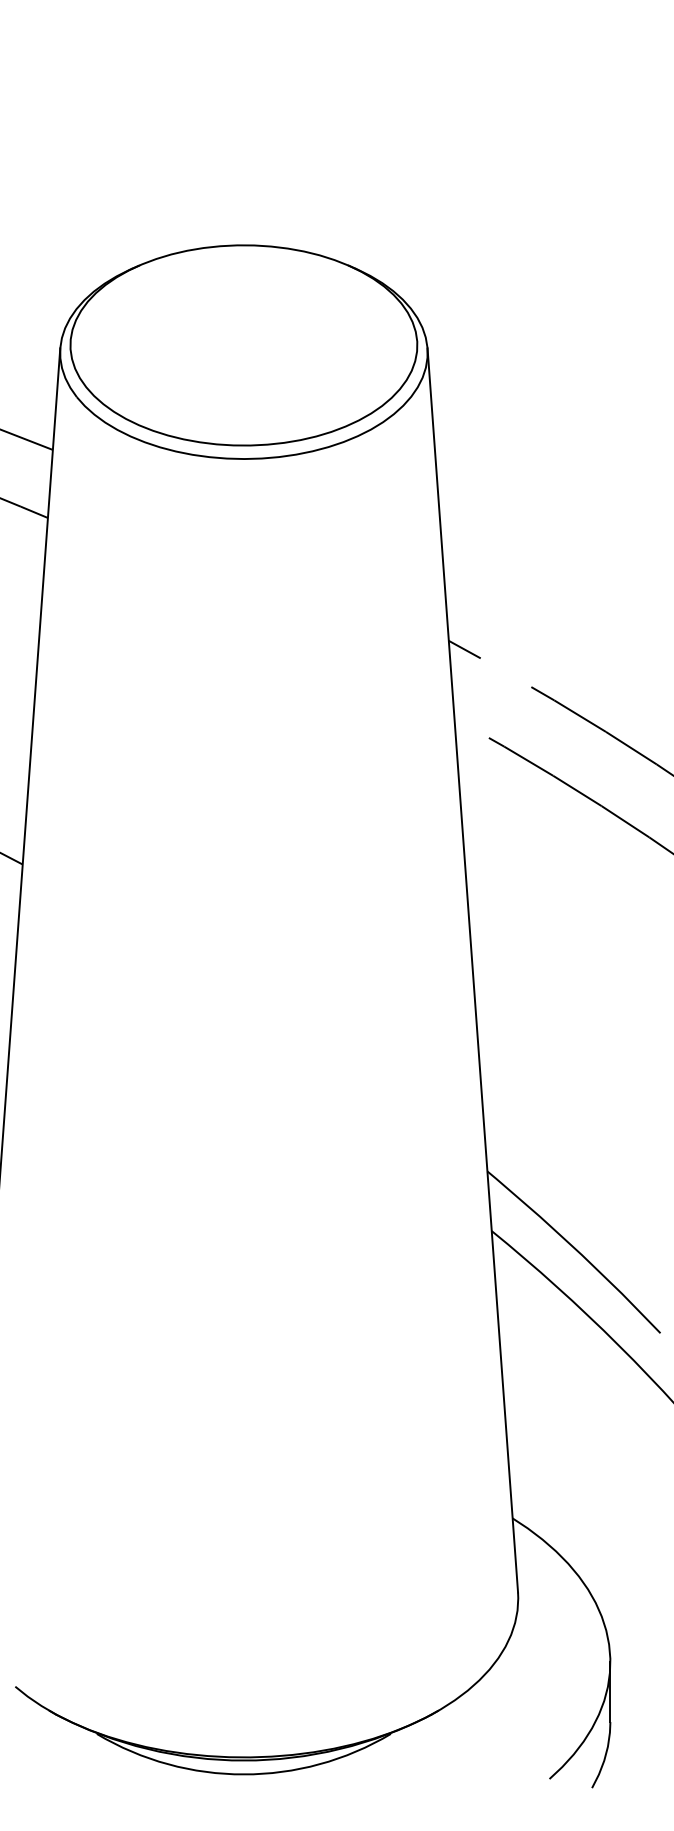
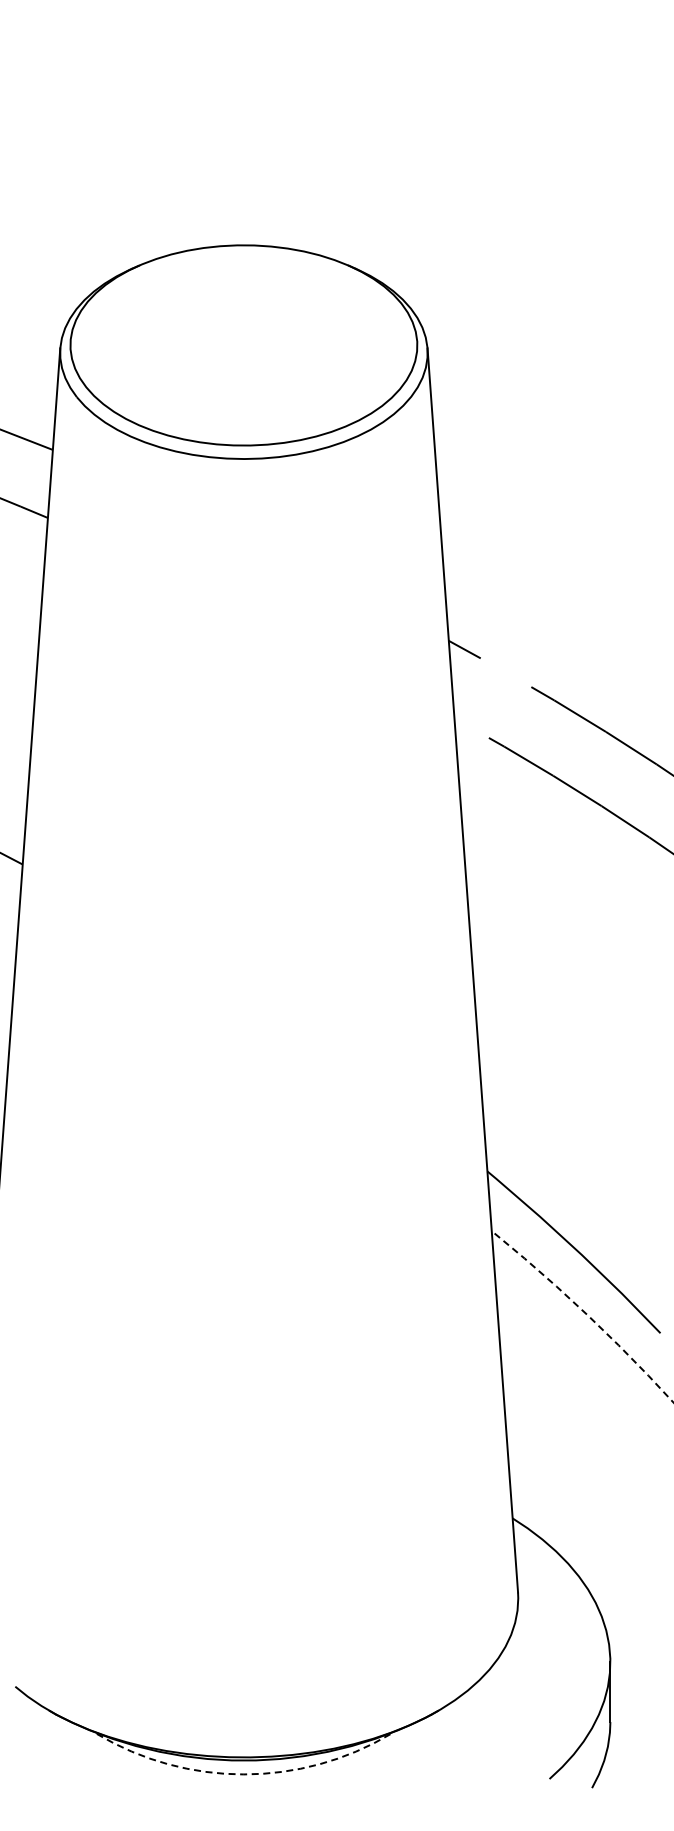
arc at (585, 1313): solid -> dashed
arc at (243, 1774): solid -> dashed
